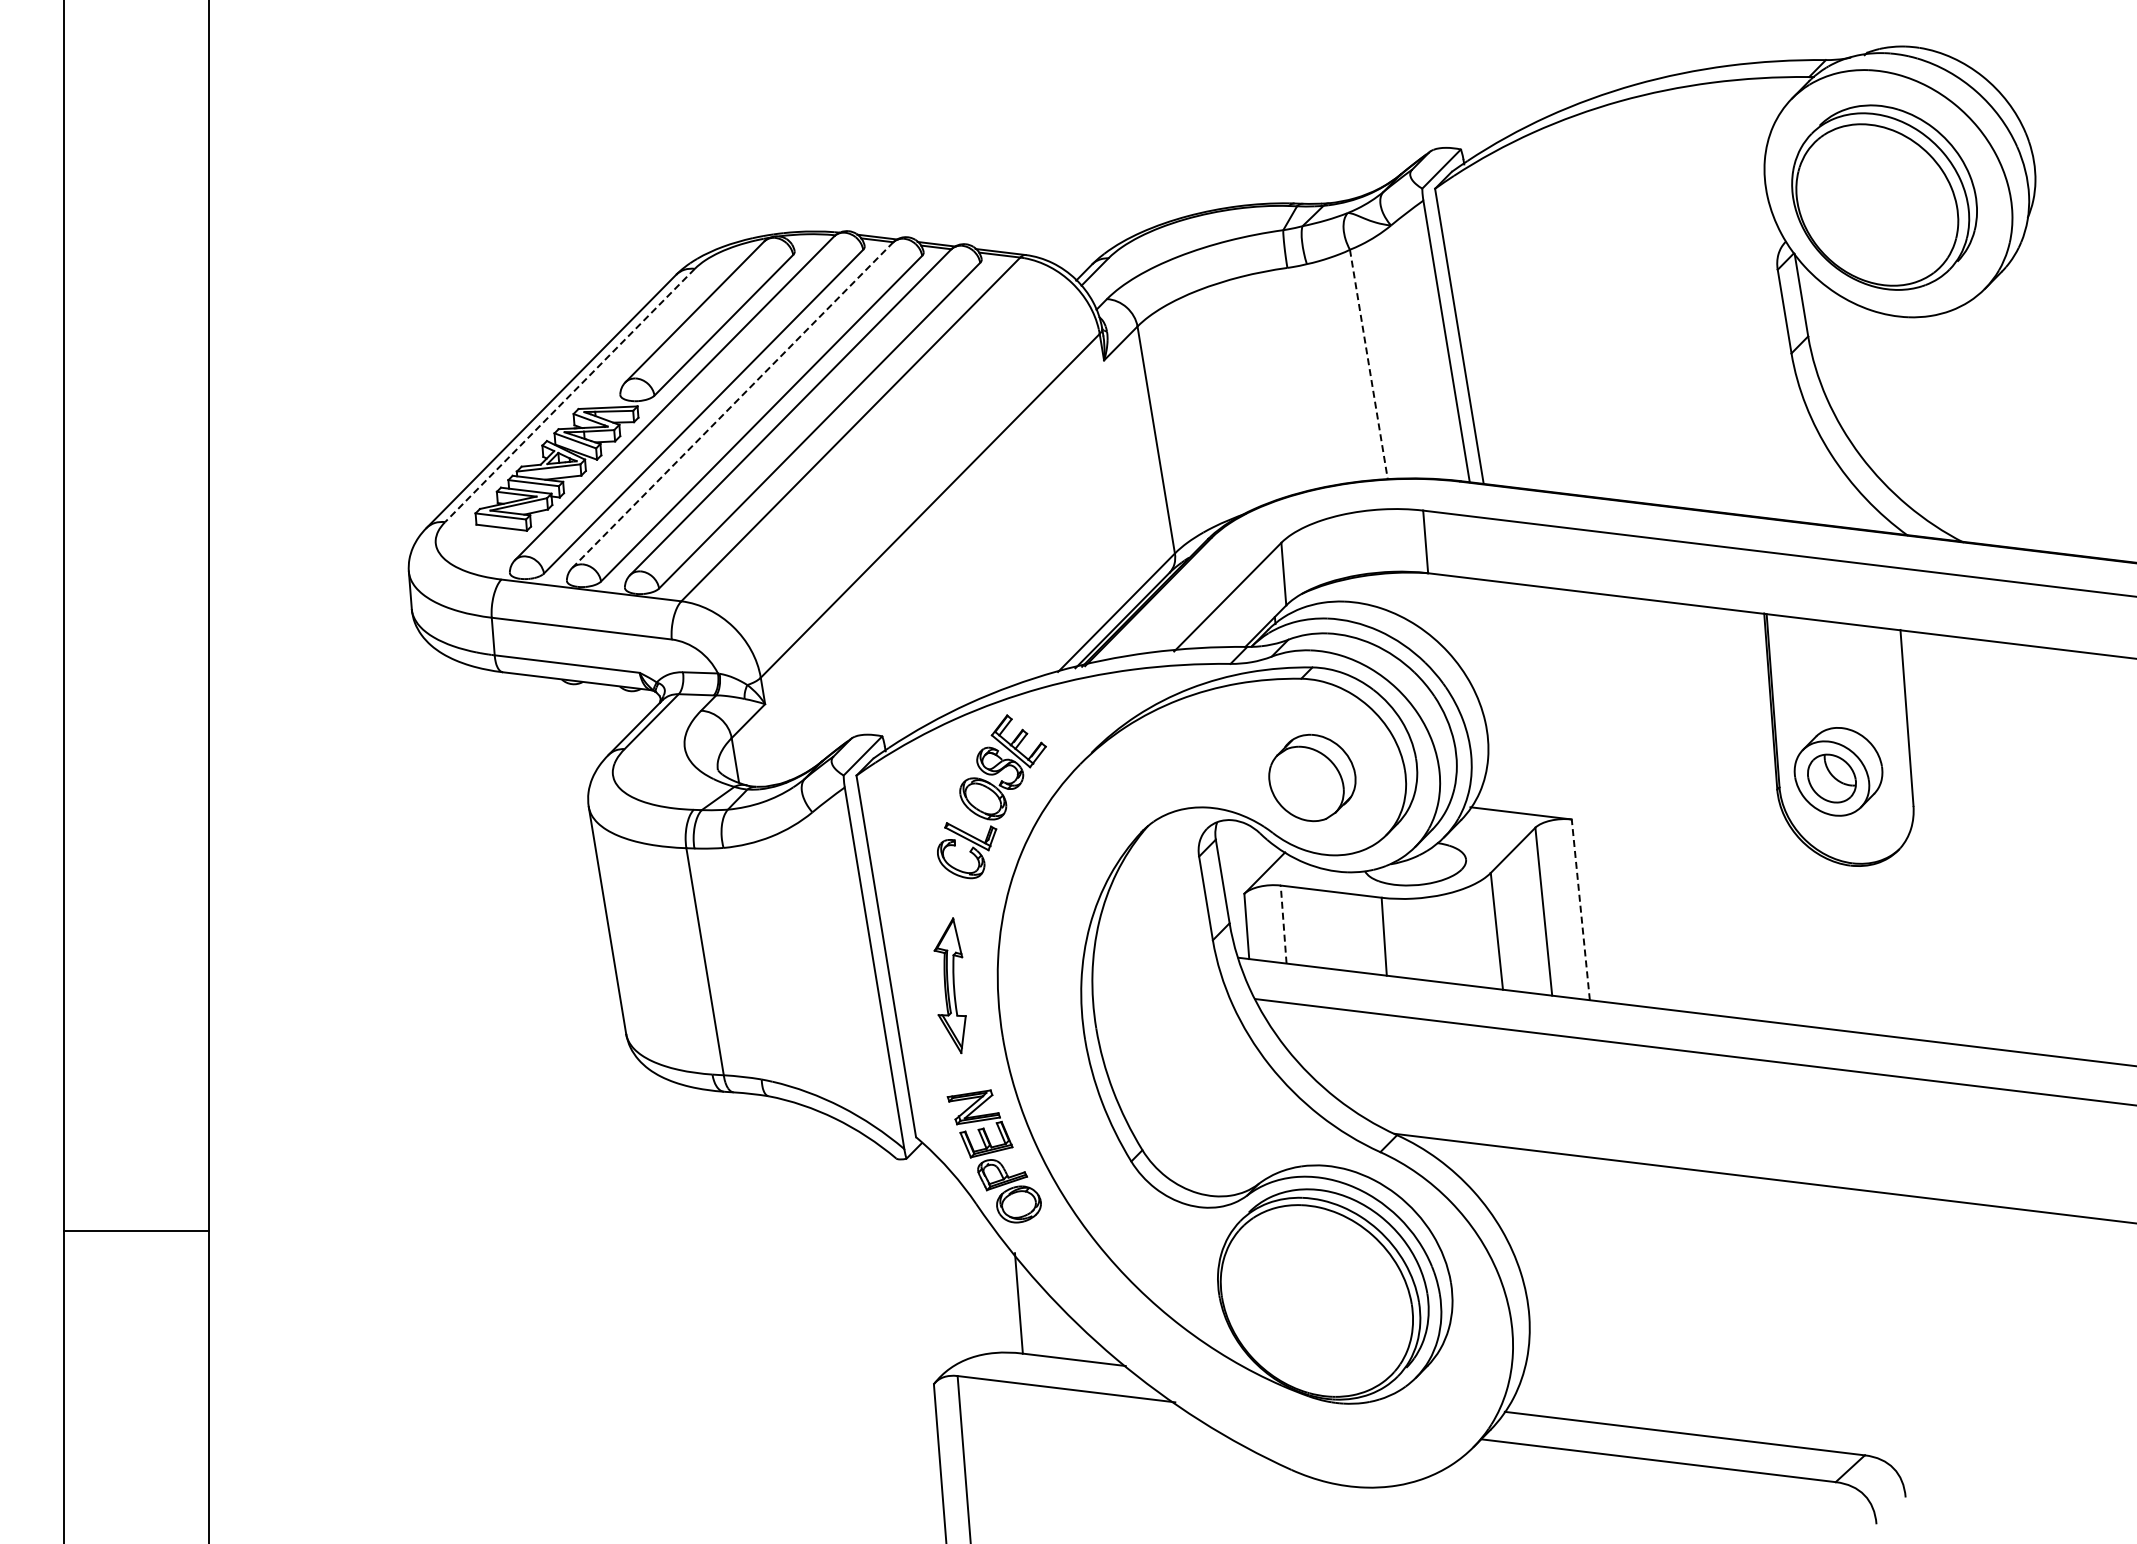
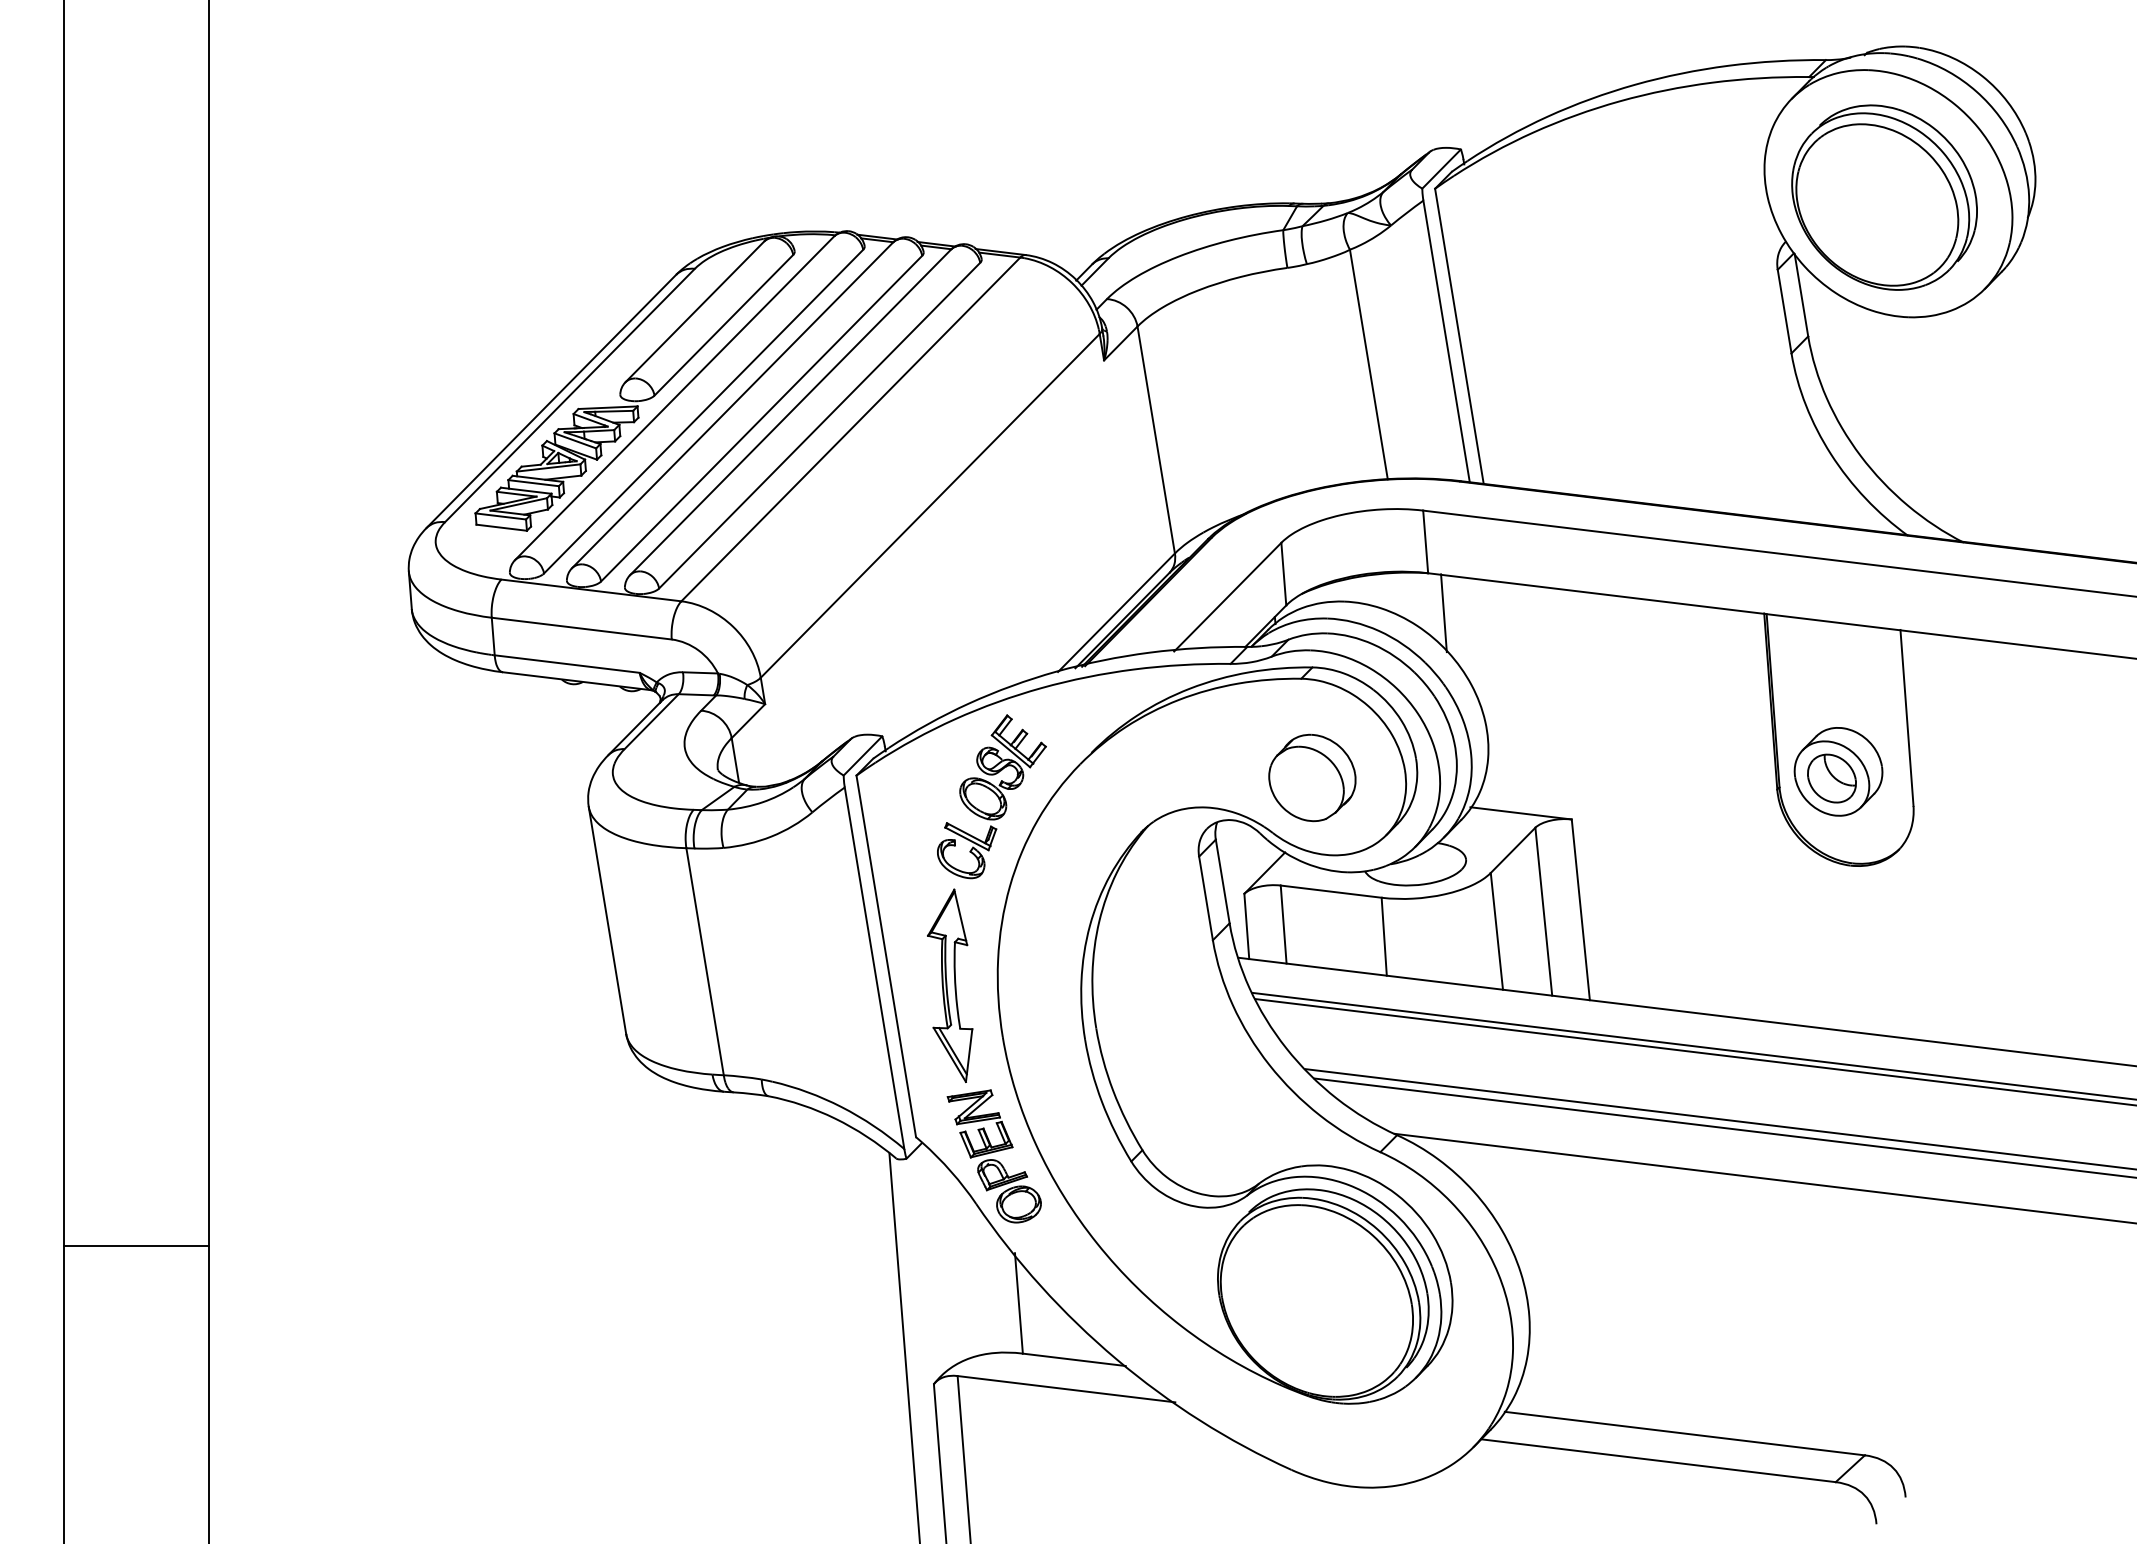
line at (1368, 365): dashed -> solid
line at (569, 395): dashed -> solid
line at (732, 405): dashed -> solid
line at (1443, 613): none -> present
line at (1580, 909): dashed -> solid
line at (1283, 924): dashed -> solid
part at (949, 985) size: 34x138 px -> 47x195 px
line at (1692, 1045): none -> present
line at (1719, 1119): none -> present
line at (1723, 1127): none -> present
line at (136, 1231) position: (136, 1231) -> (136, 1246)
line at (904, 1346): none -> present
